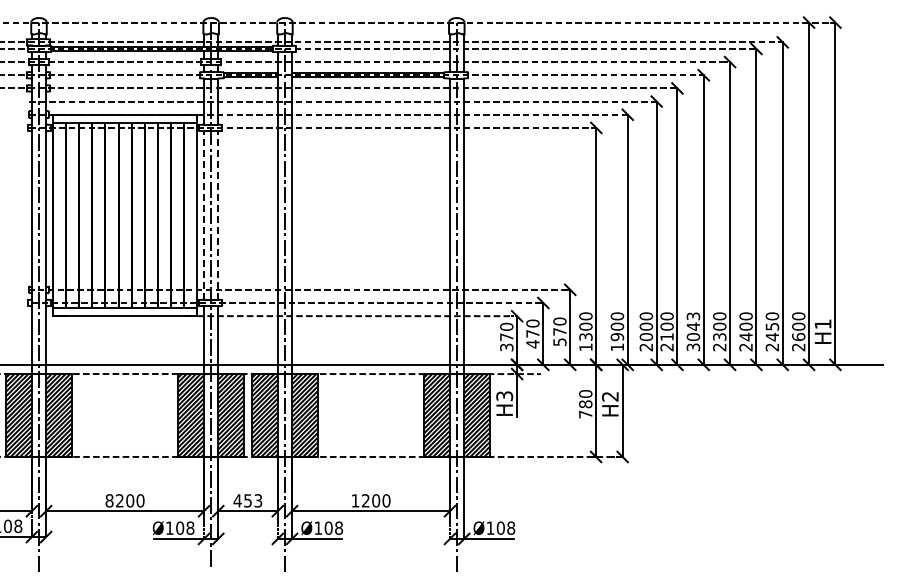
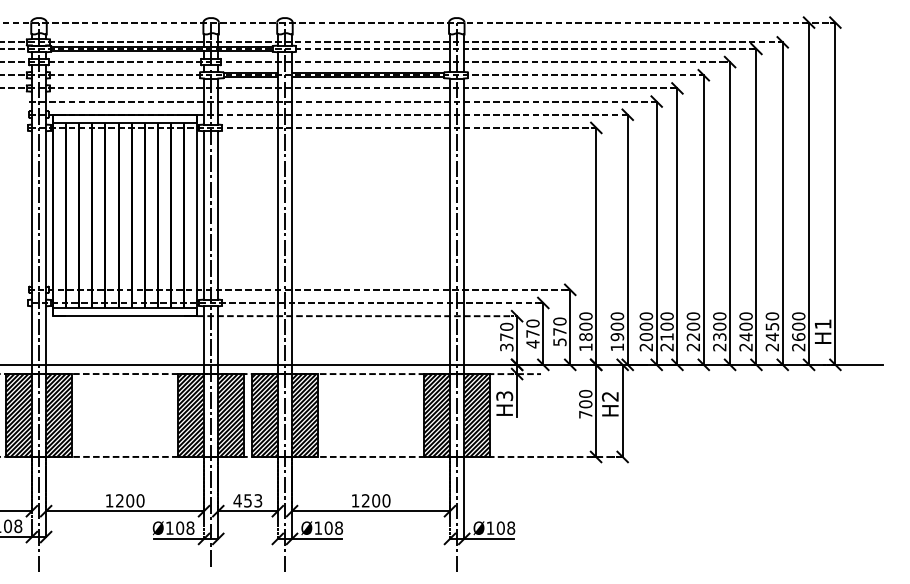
line at (204, 214): dashed -> solid
line at (218, 214): dashed -> solid
text at (693, 331): 3043 -> 2200
text at (585, 336): 1300 -> 1800
text at (585, 404): 780 -> 700
text at (109, 500): 8200 -> 1200
